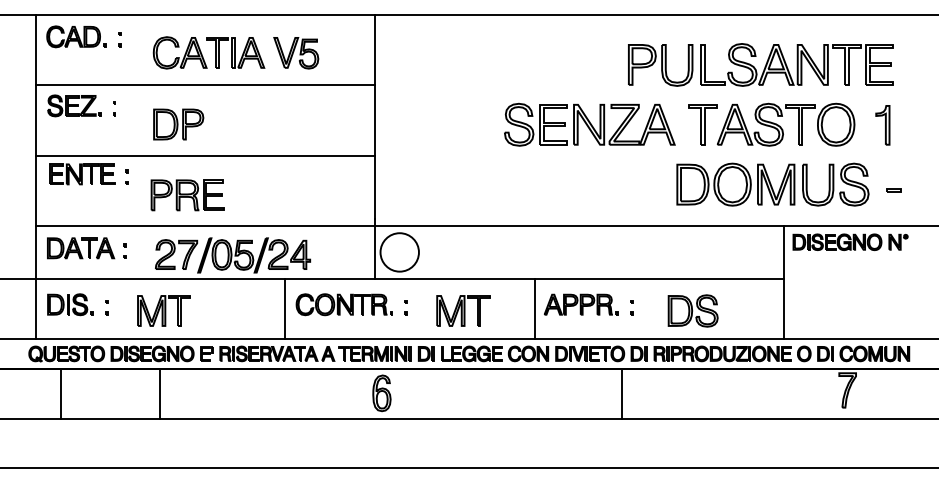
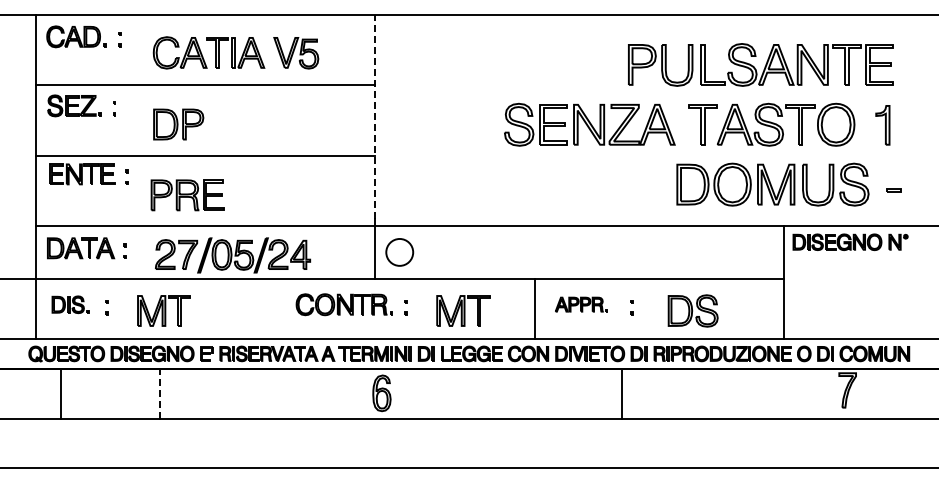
line at (374, 116): solid -> dashed
circle at (399, 252) diameter: 38 px -> 27 px
part at (70, 304) size: 47x24 px -> 39x20 px
part at (581, 304) size: 75x23 px -> 53x17 px
line at (285, 308): present -> none
line at (160, 393): solid -> dashed
